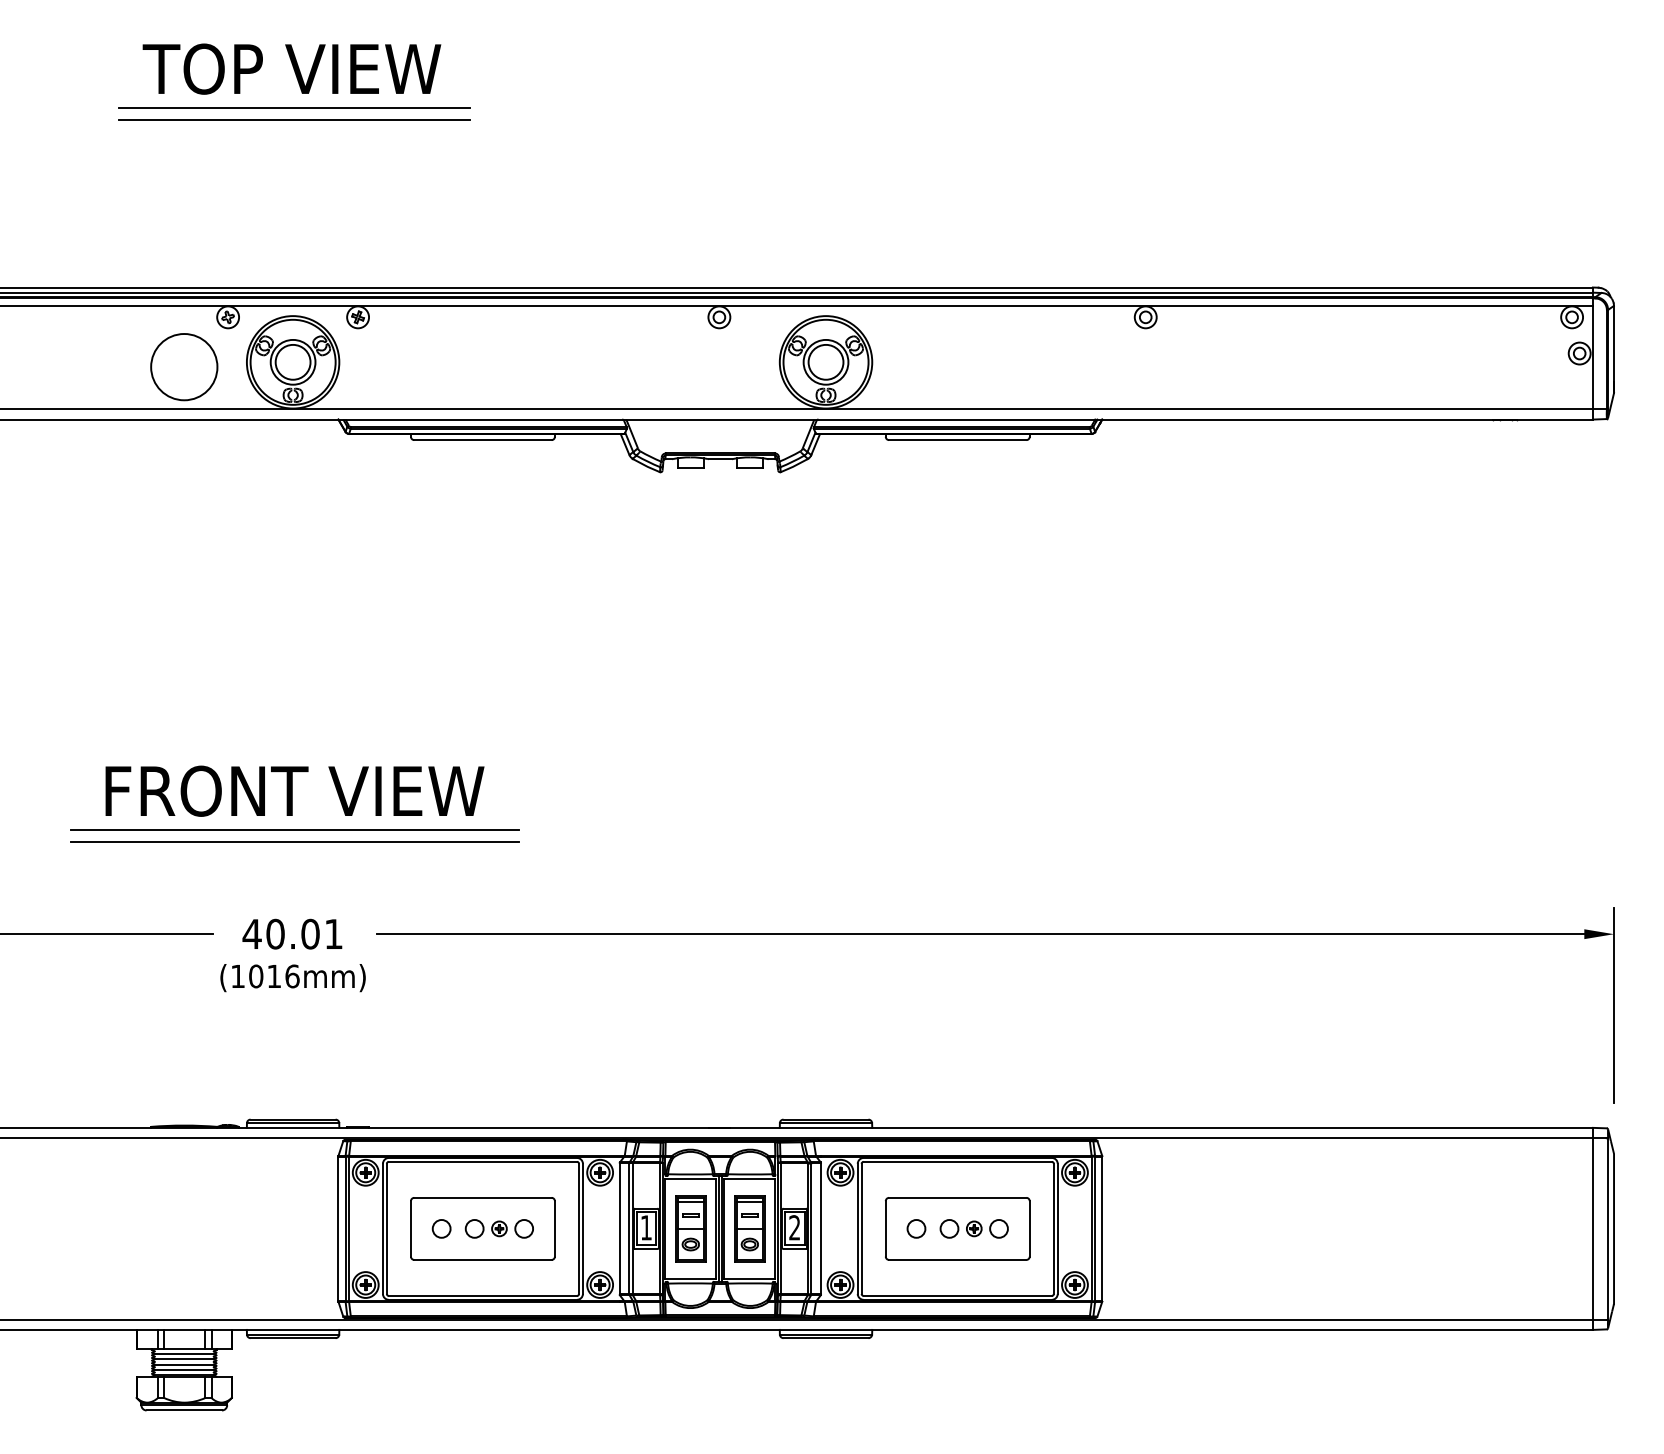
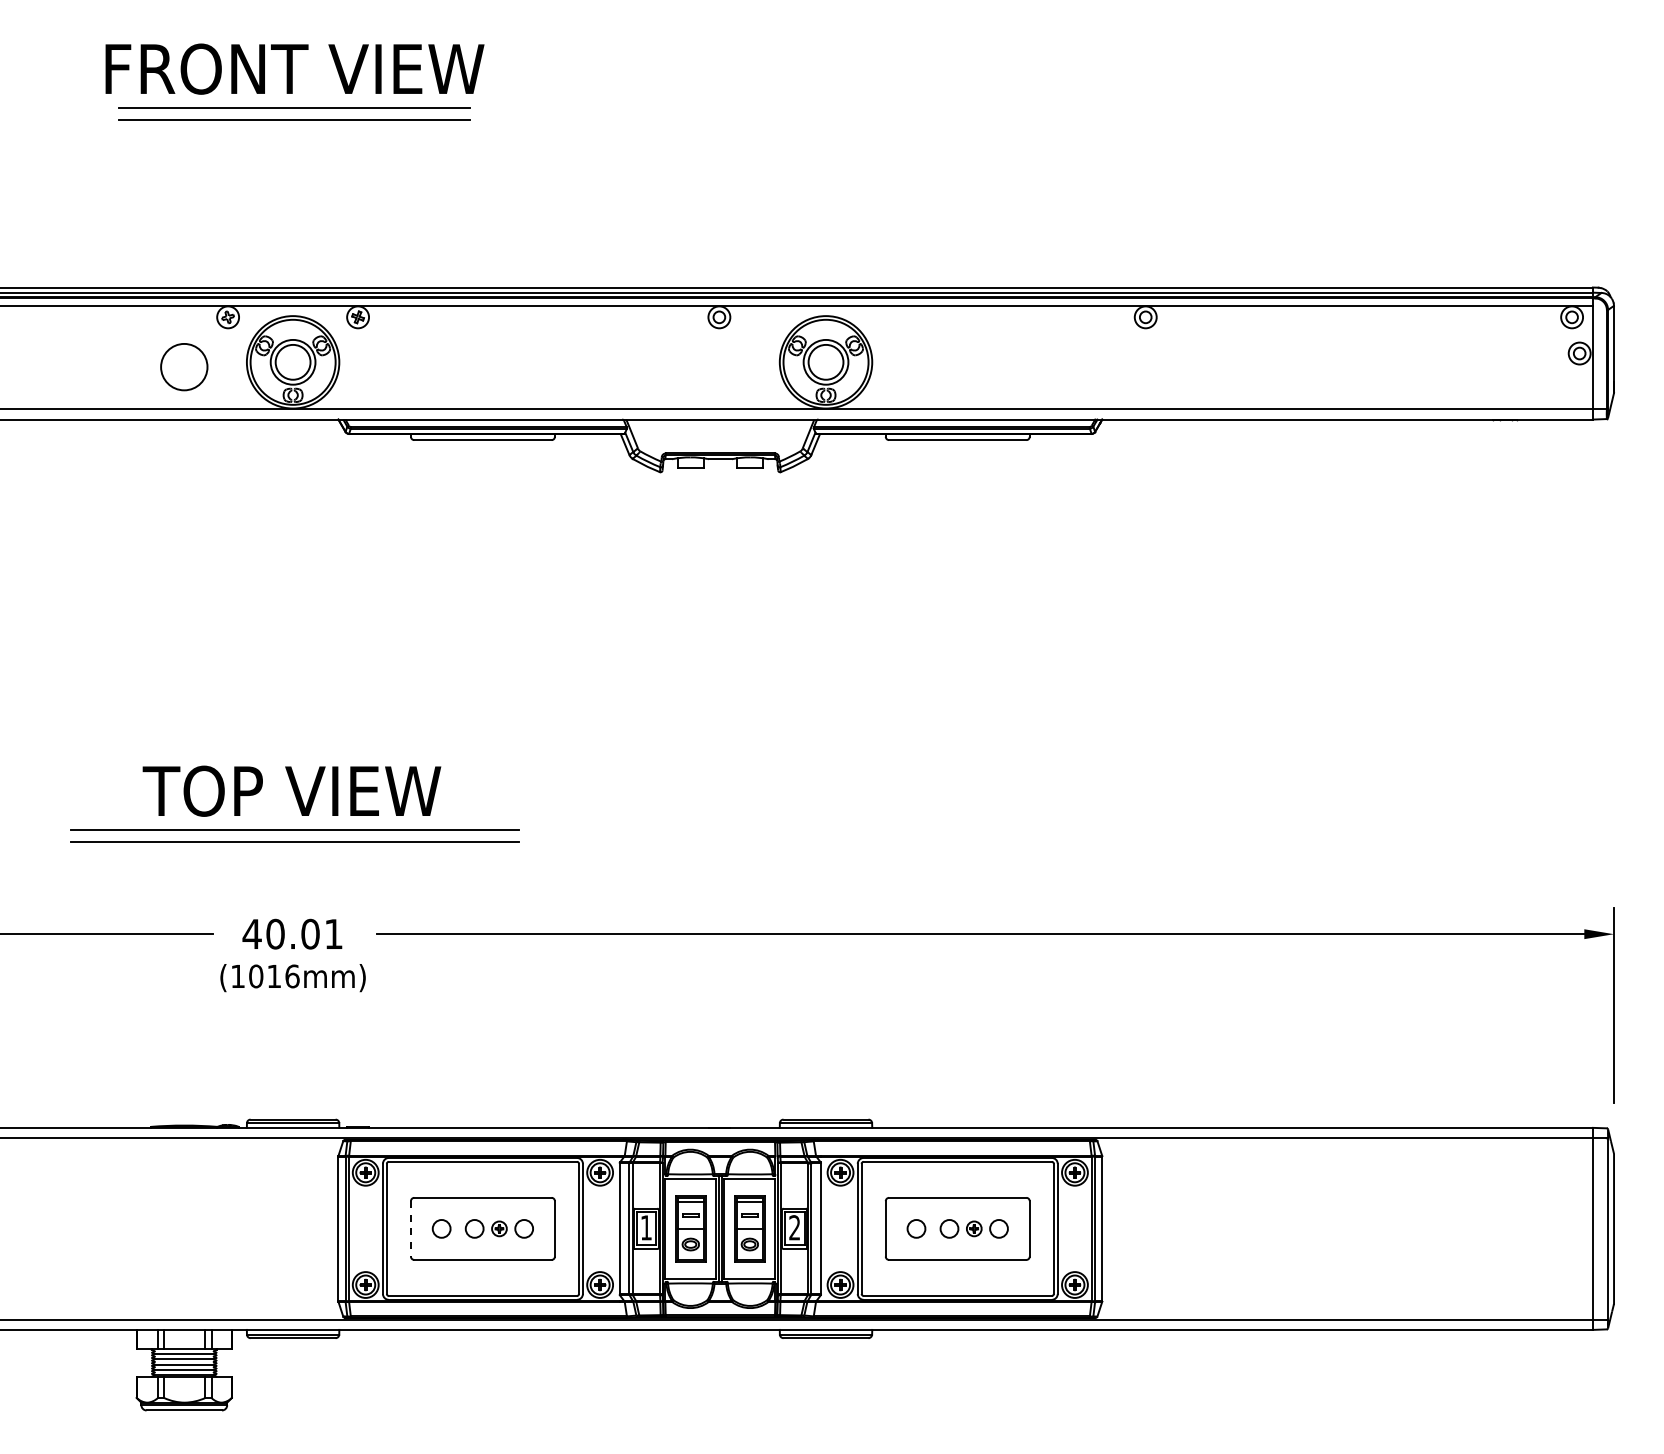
text at (294, 68): TOP VIEW -> FRONT VIEW
circle at (184, 367) diameter: 66 px -> 46 px
text at (294, 790): FRONT VIEW -> TOP VIEW
line at (410, 1228): solid -> dashed
